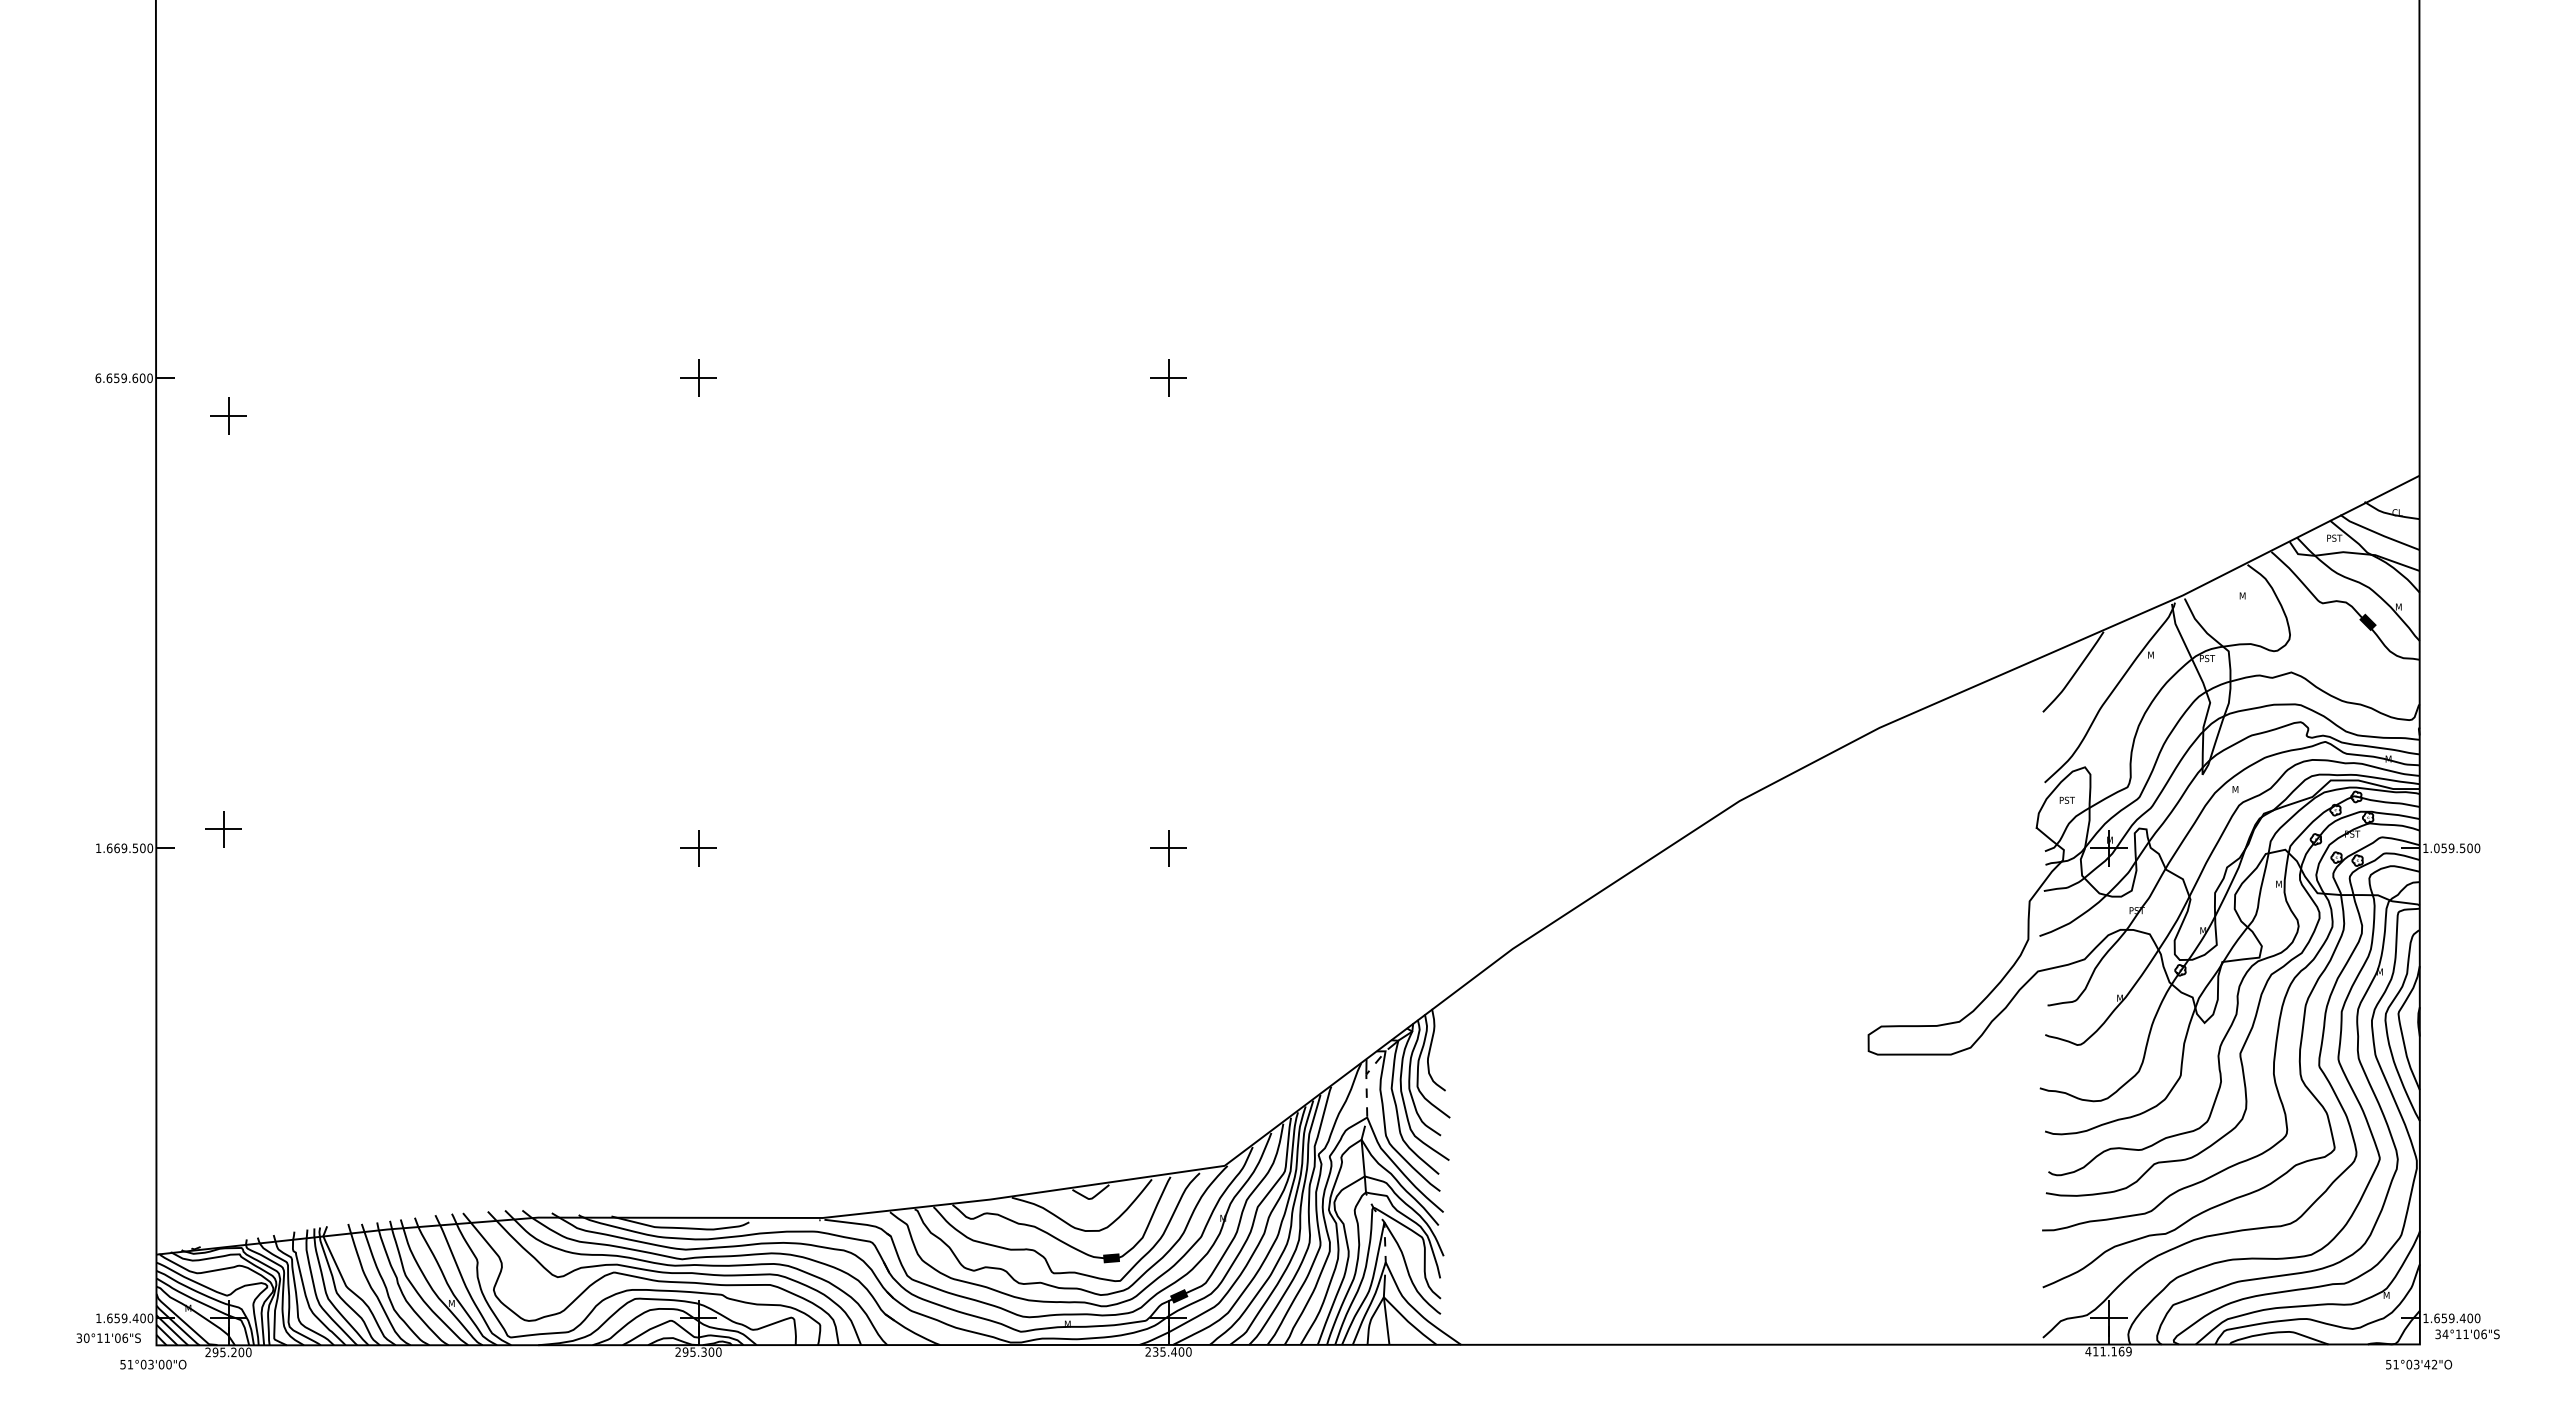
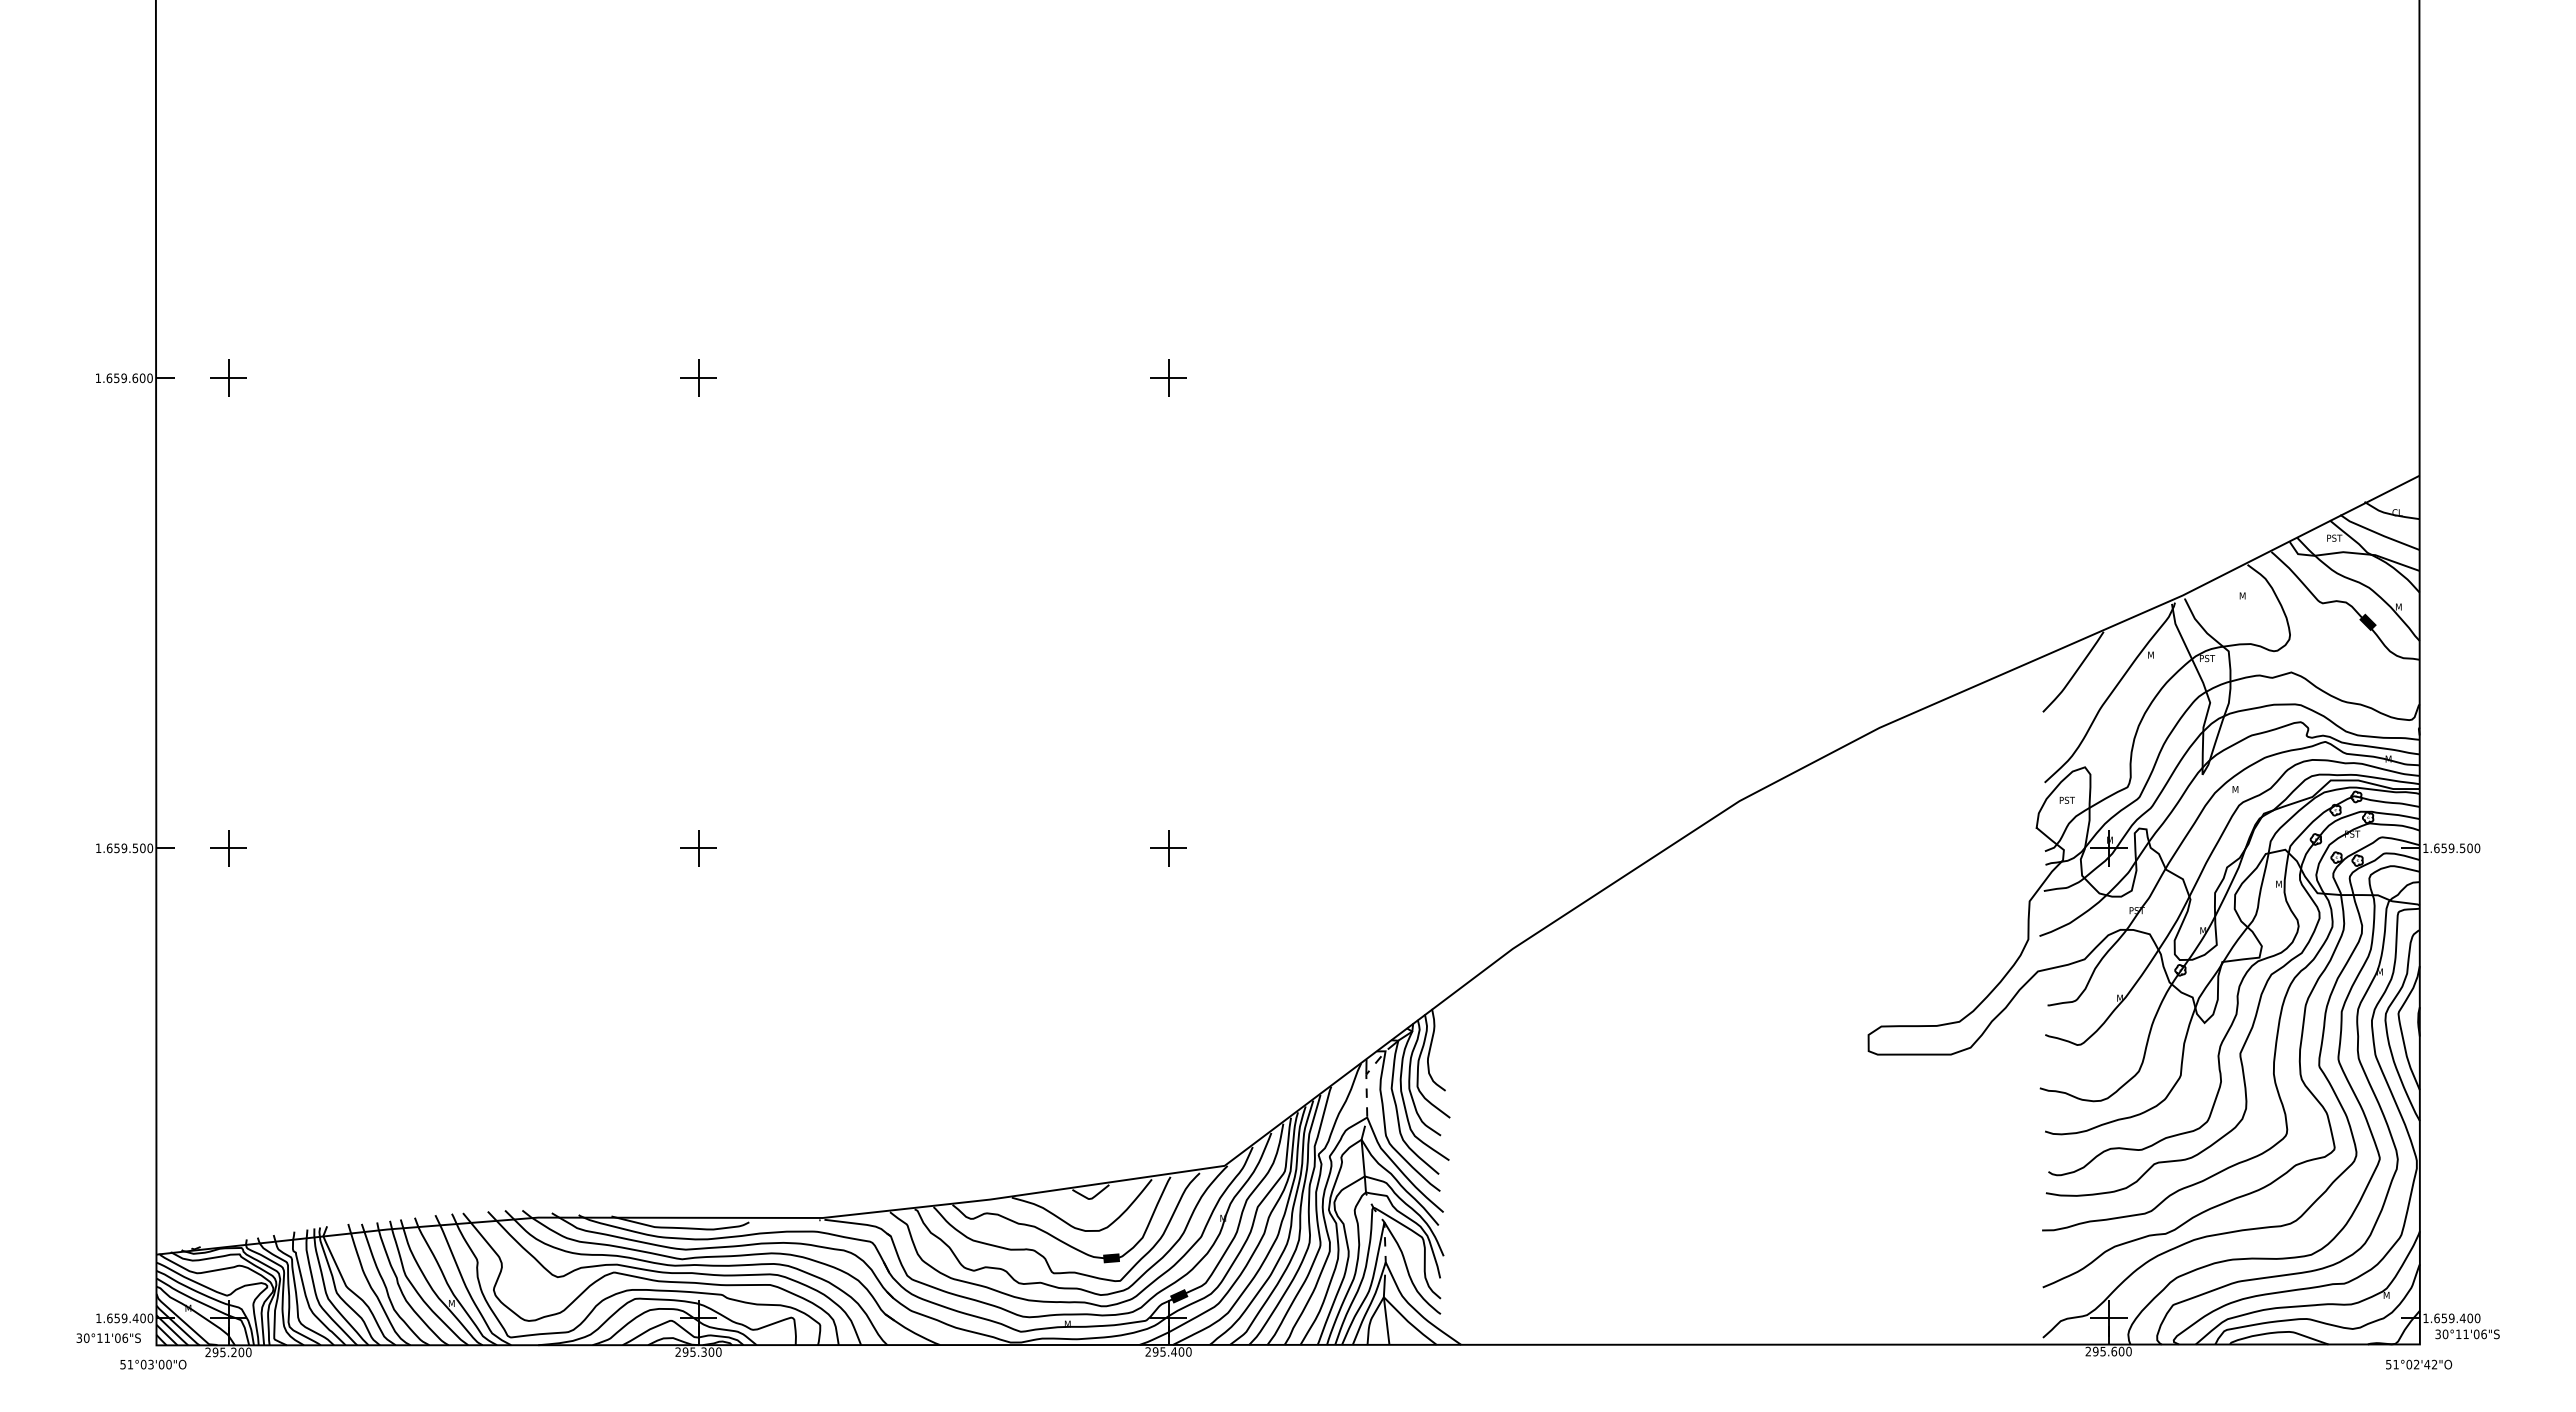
text at (98, 378): 6.659.600 -> 1.659.600
part at (228, 415) position: (228, 415) -> (228, 377)
part at (223, 829) position: (223, 829) -> (228, 848)
text at (2436, 847): 1.059.500 -> 1.659.500
text at (116, 848): 1.669.500 -> 1.659.500
text at (2445, 1334): 34°11'06"S -> 30°11'06"S
text at (1155, 1351): 235.400 -> 295.400
text at (2108, 1351): 411.169 -> 295.600
text at (2416, 1364): 51°03'42"O -> 51°02'42"O
